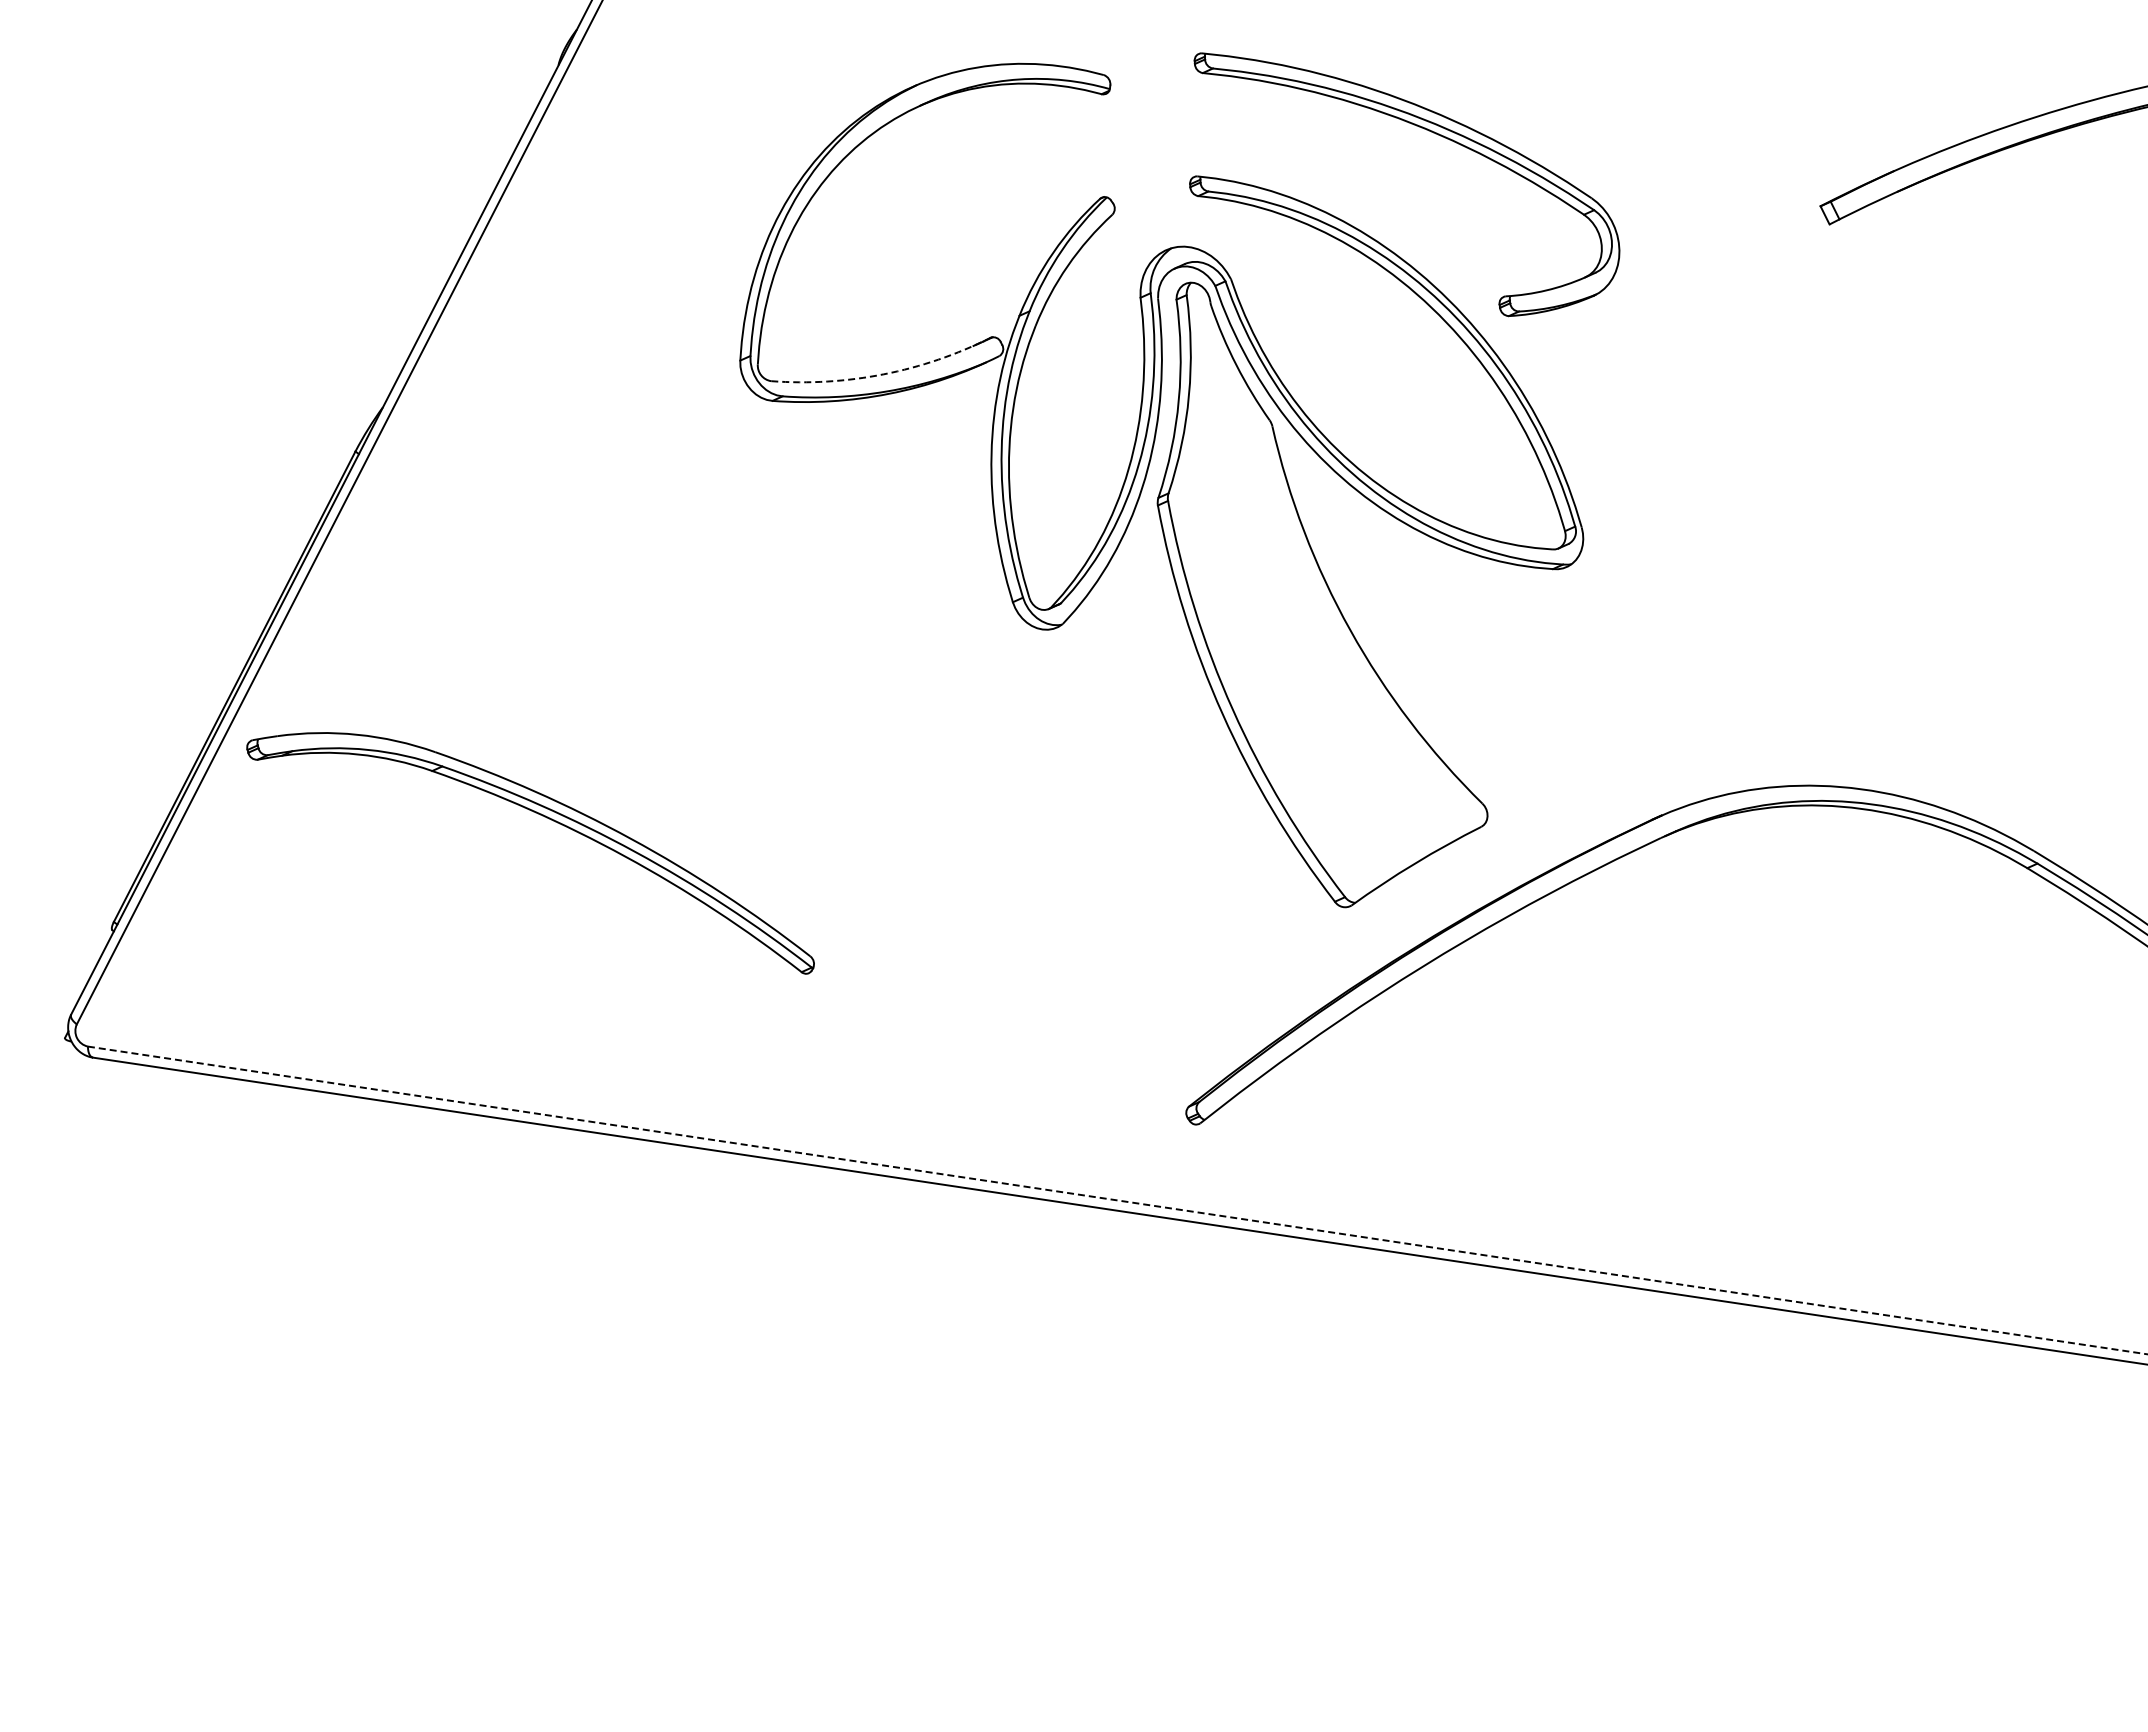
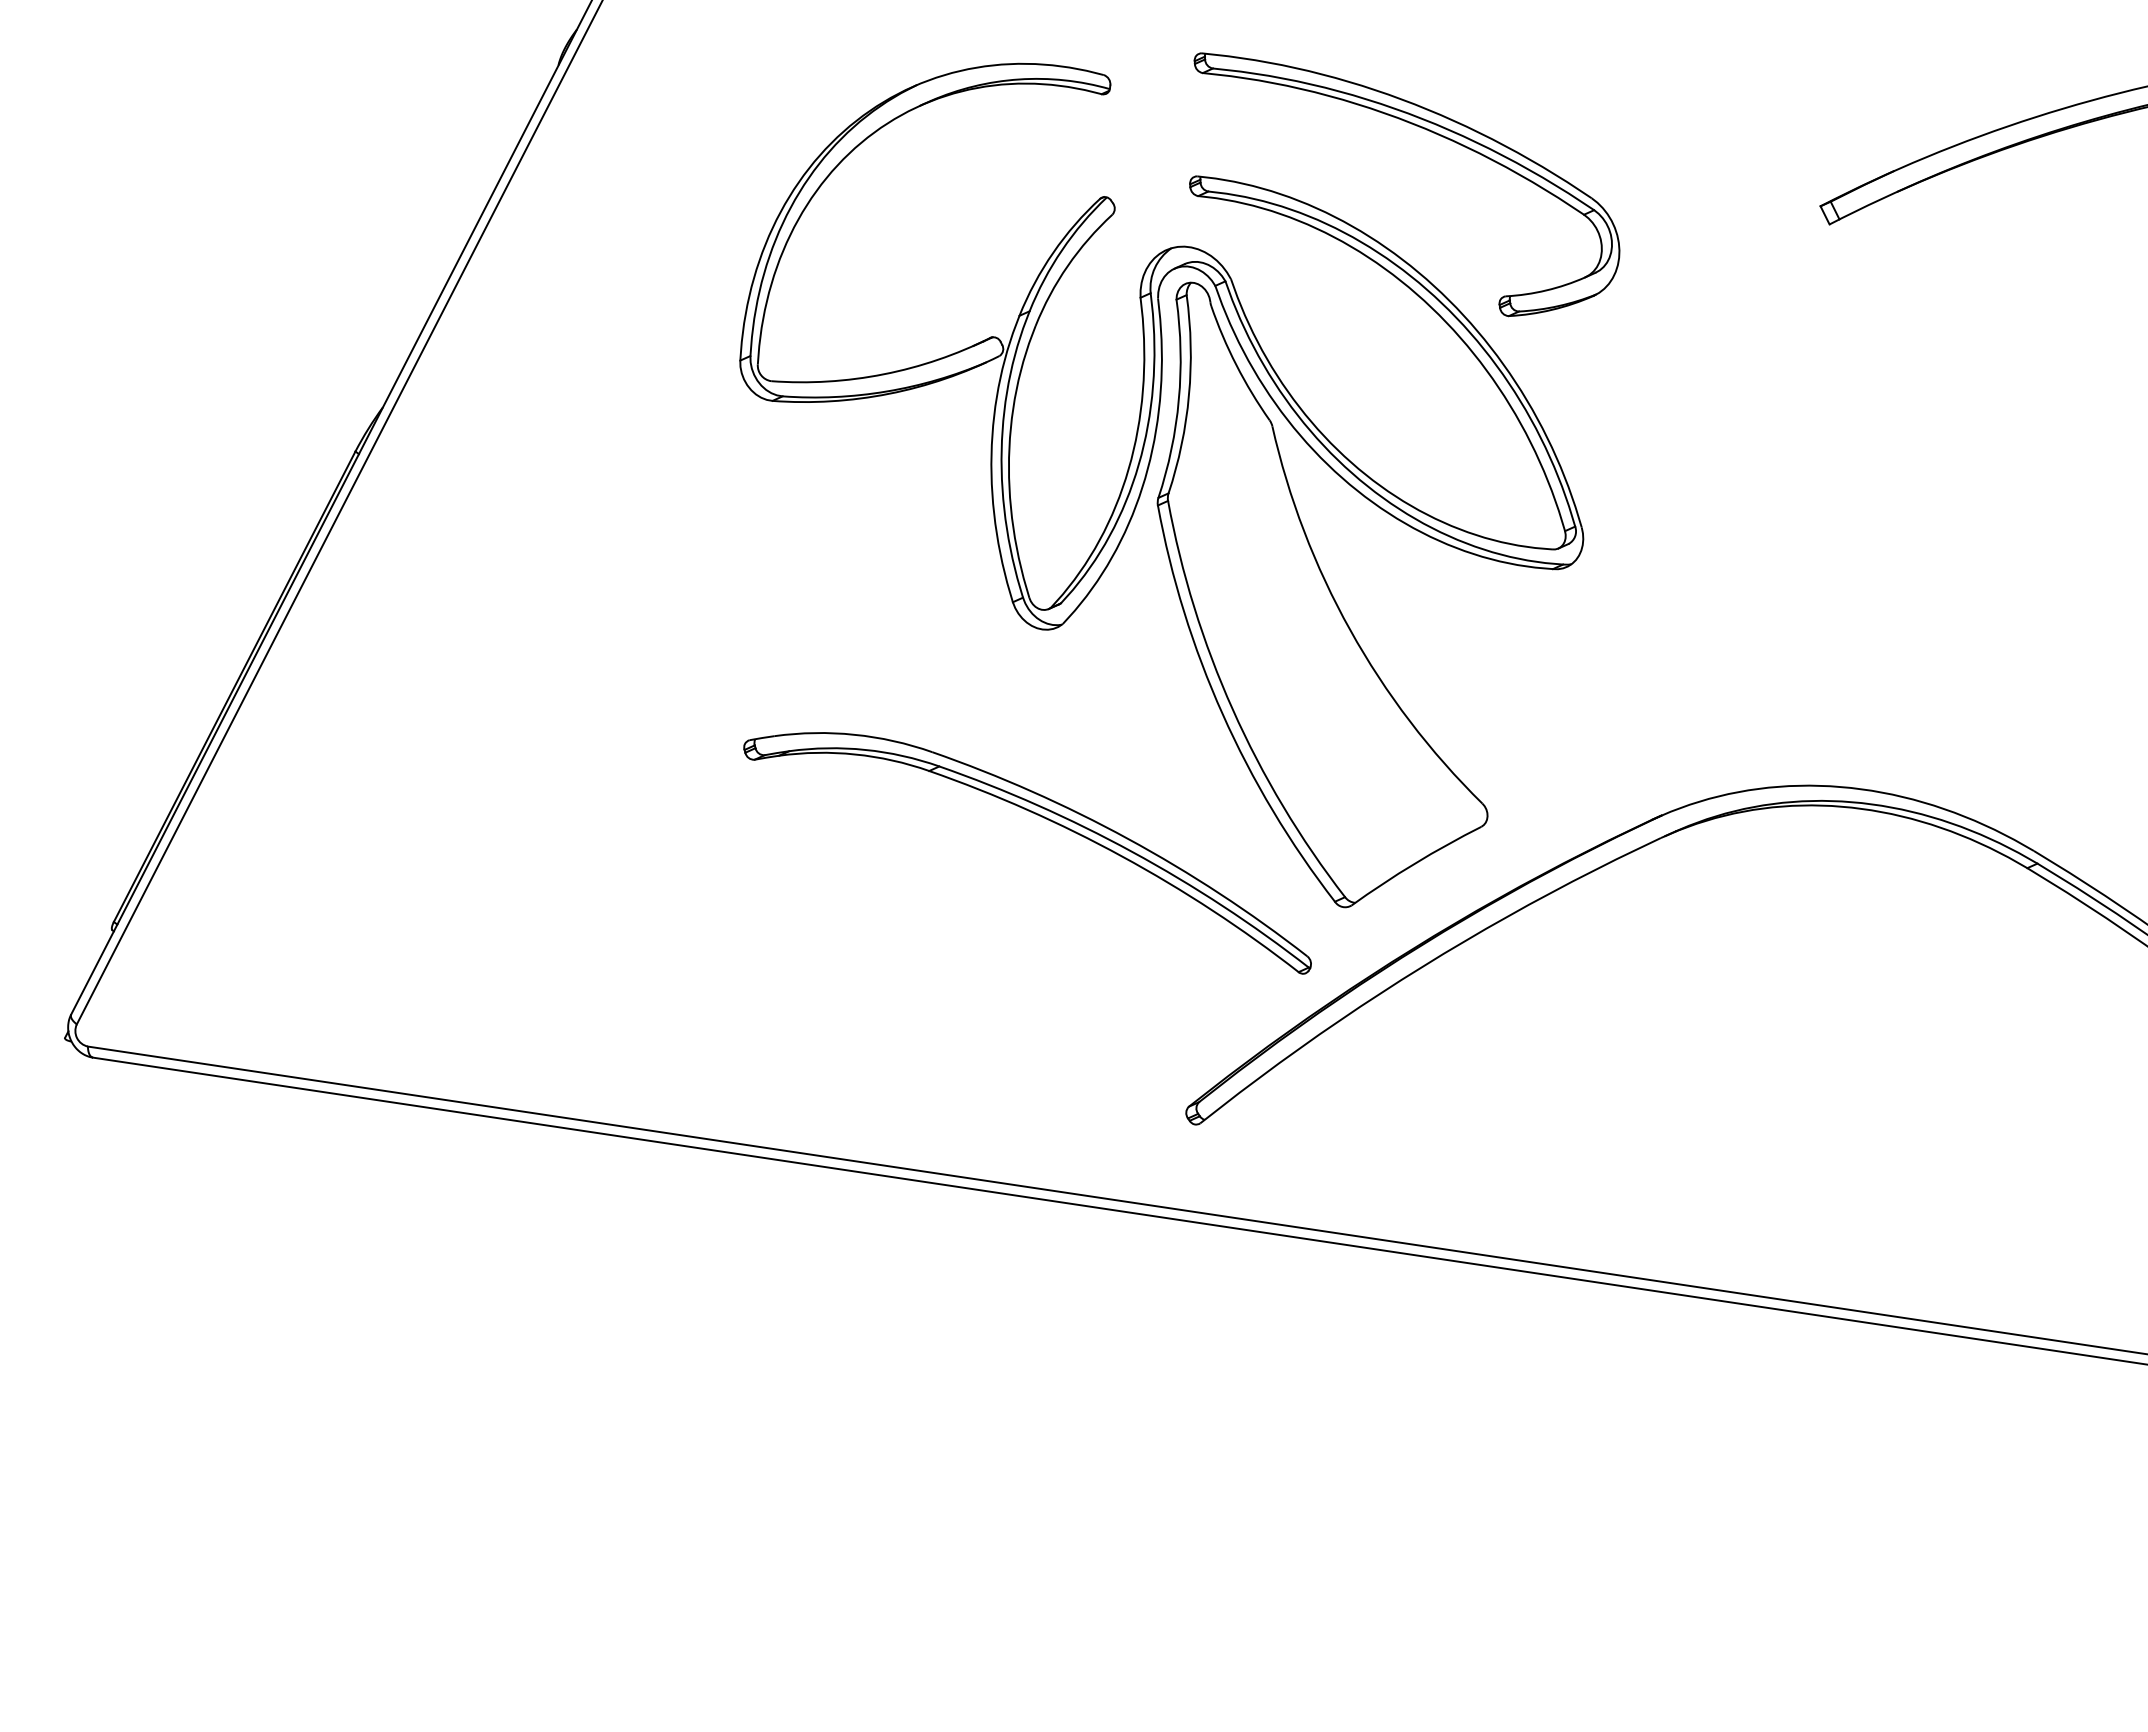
arc at (883, 374): dashed -> solid
part at (546, 818) position: (546, 818) -> (1043, 818)
line at (1117, 1200): dashed -> solid
